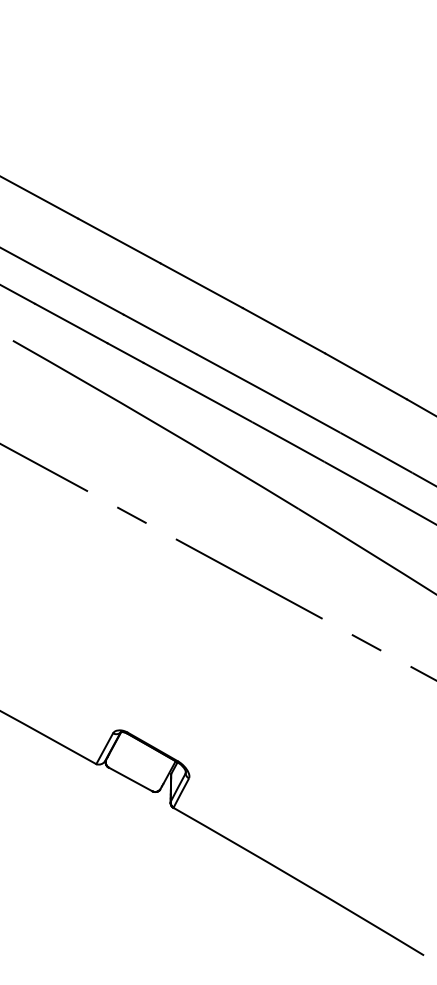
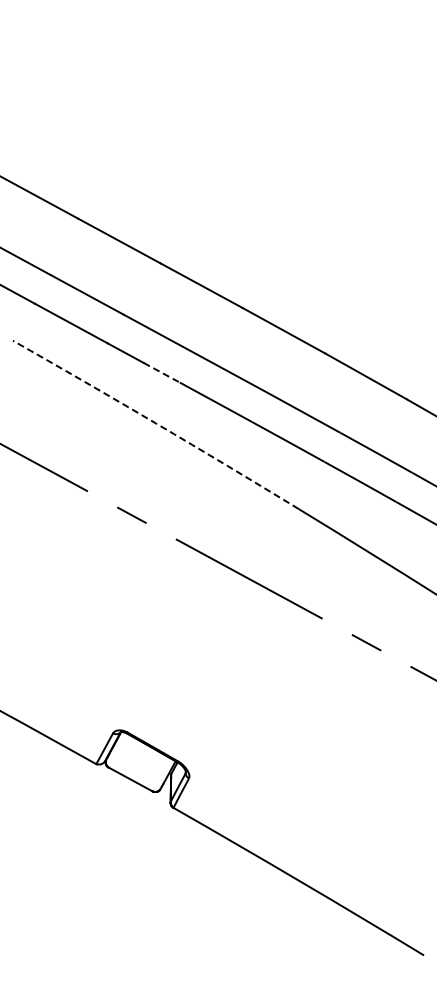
line at (161, 372): solid -> dashed
arc at (156, 423): solid -> dashed
